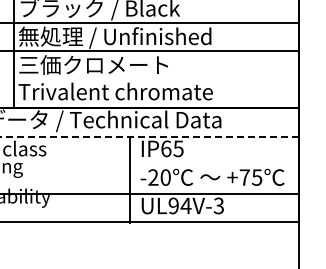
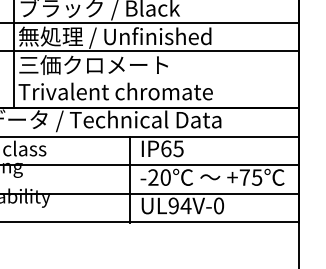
line at (149, 136): dashed -> solid
line at (150, 165): none -> present
text at (218, 205): UL94V-3 -> UL94V-0
